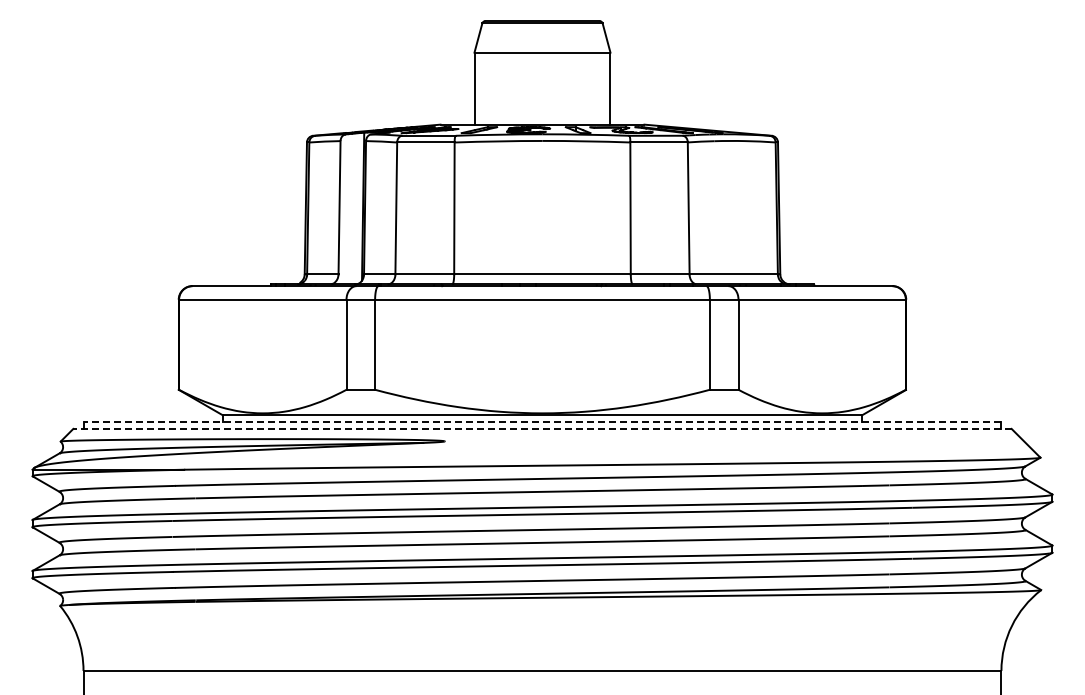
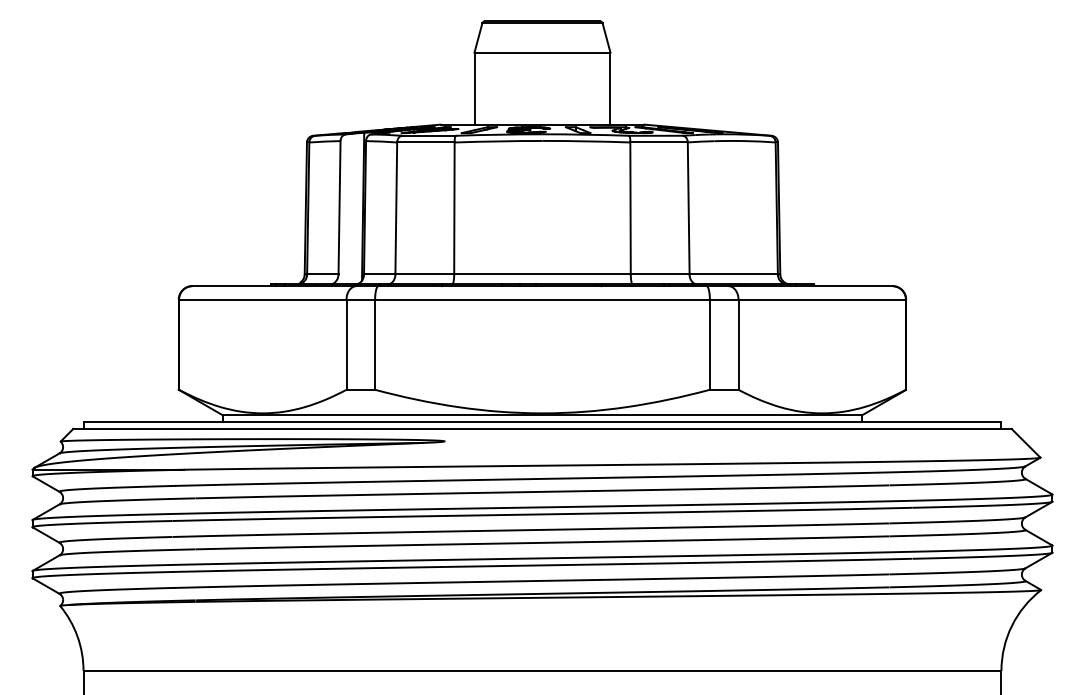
line at (542, 422): dashed -> solid
line at (541, 428): dashed -> solid
